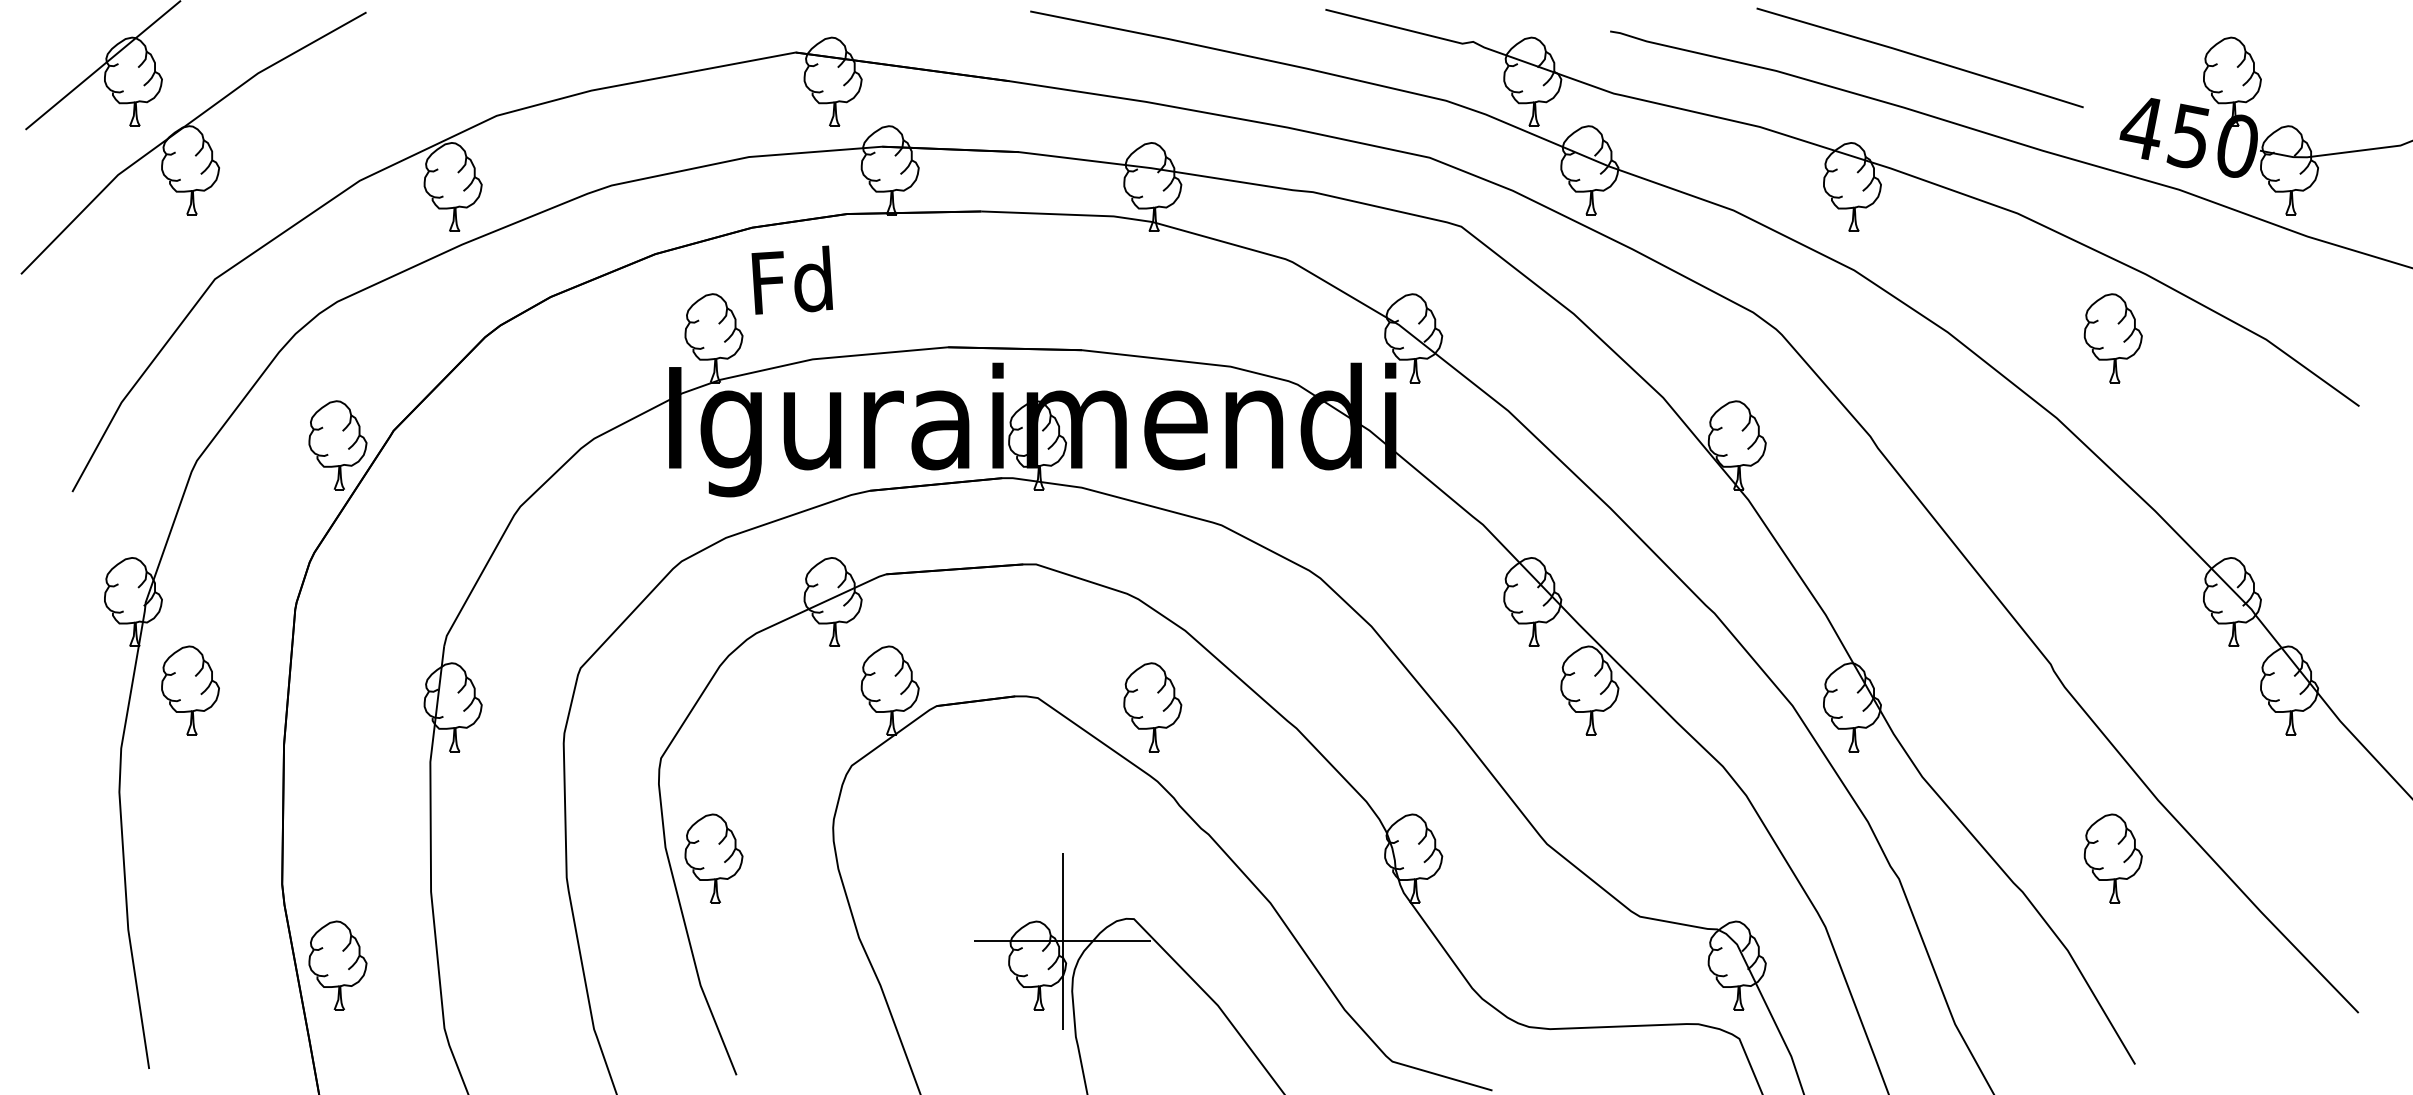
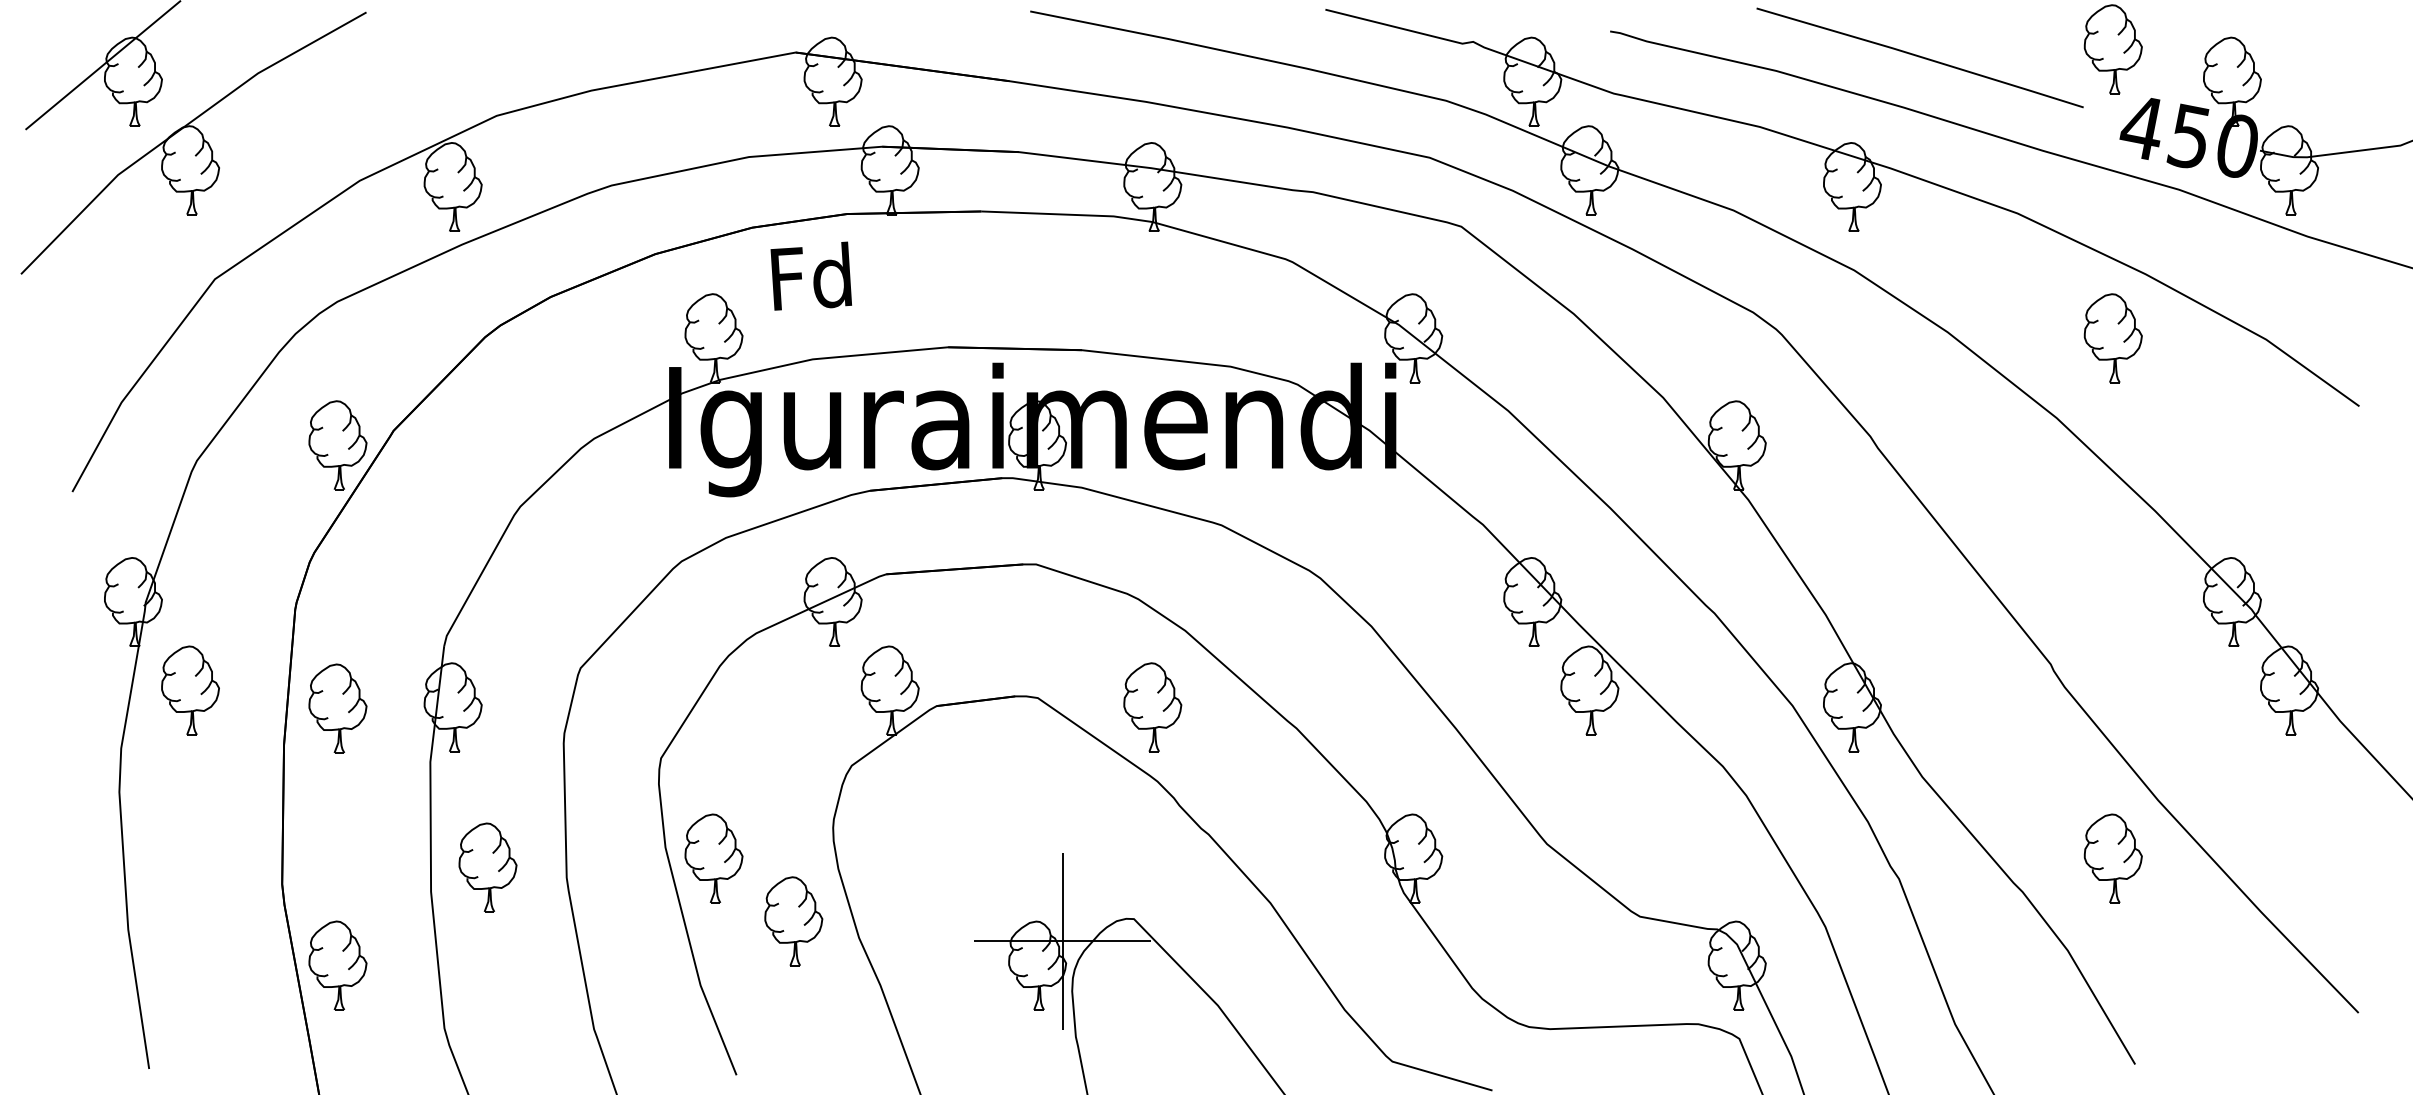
part at (2112, 49): none -> present
text at (791, 279) position: (791, 279) -> (810, 275)
part at (337, 708): none -> present
part at (487, 867): none -> present
part at (793, 921): none -> present
